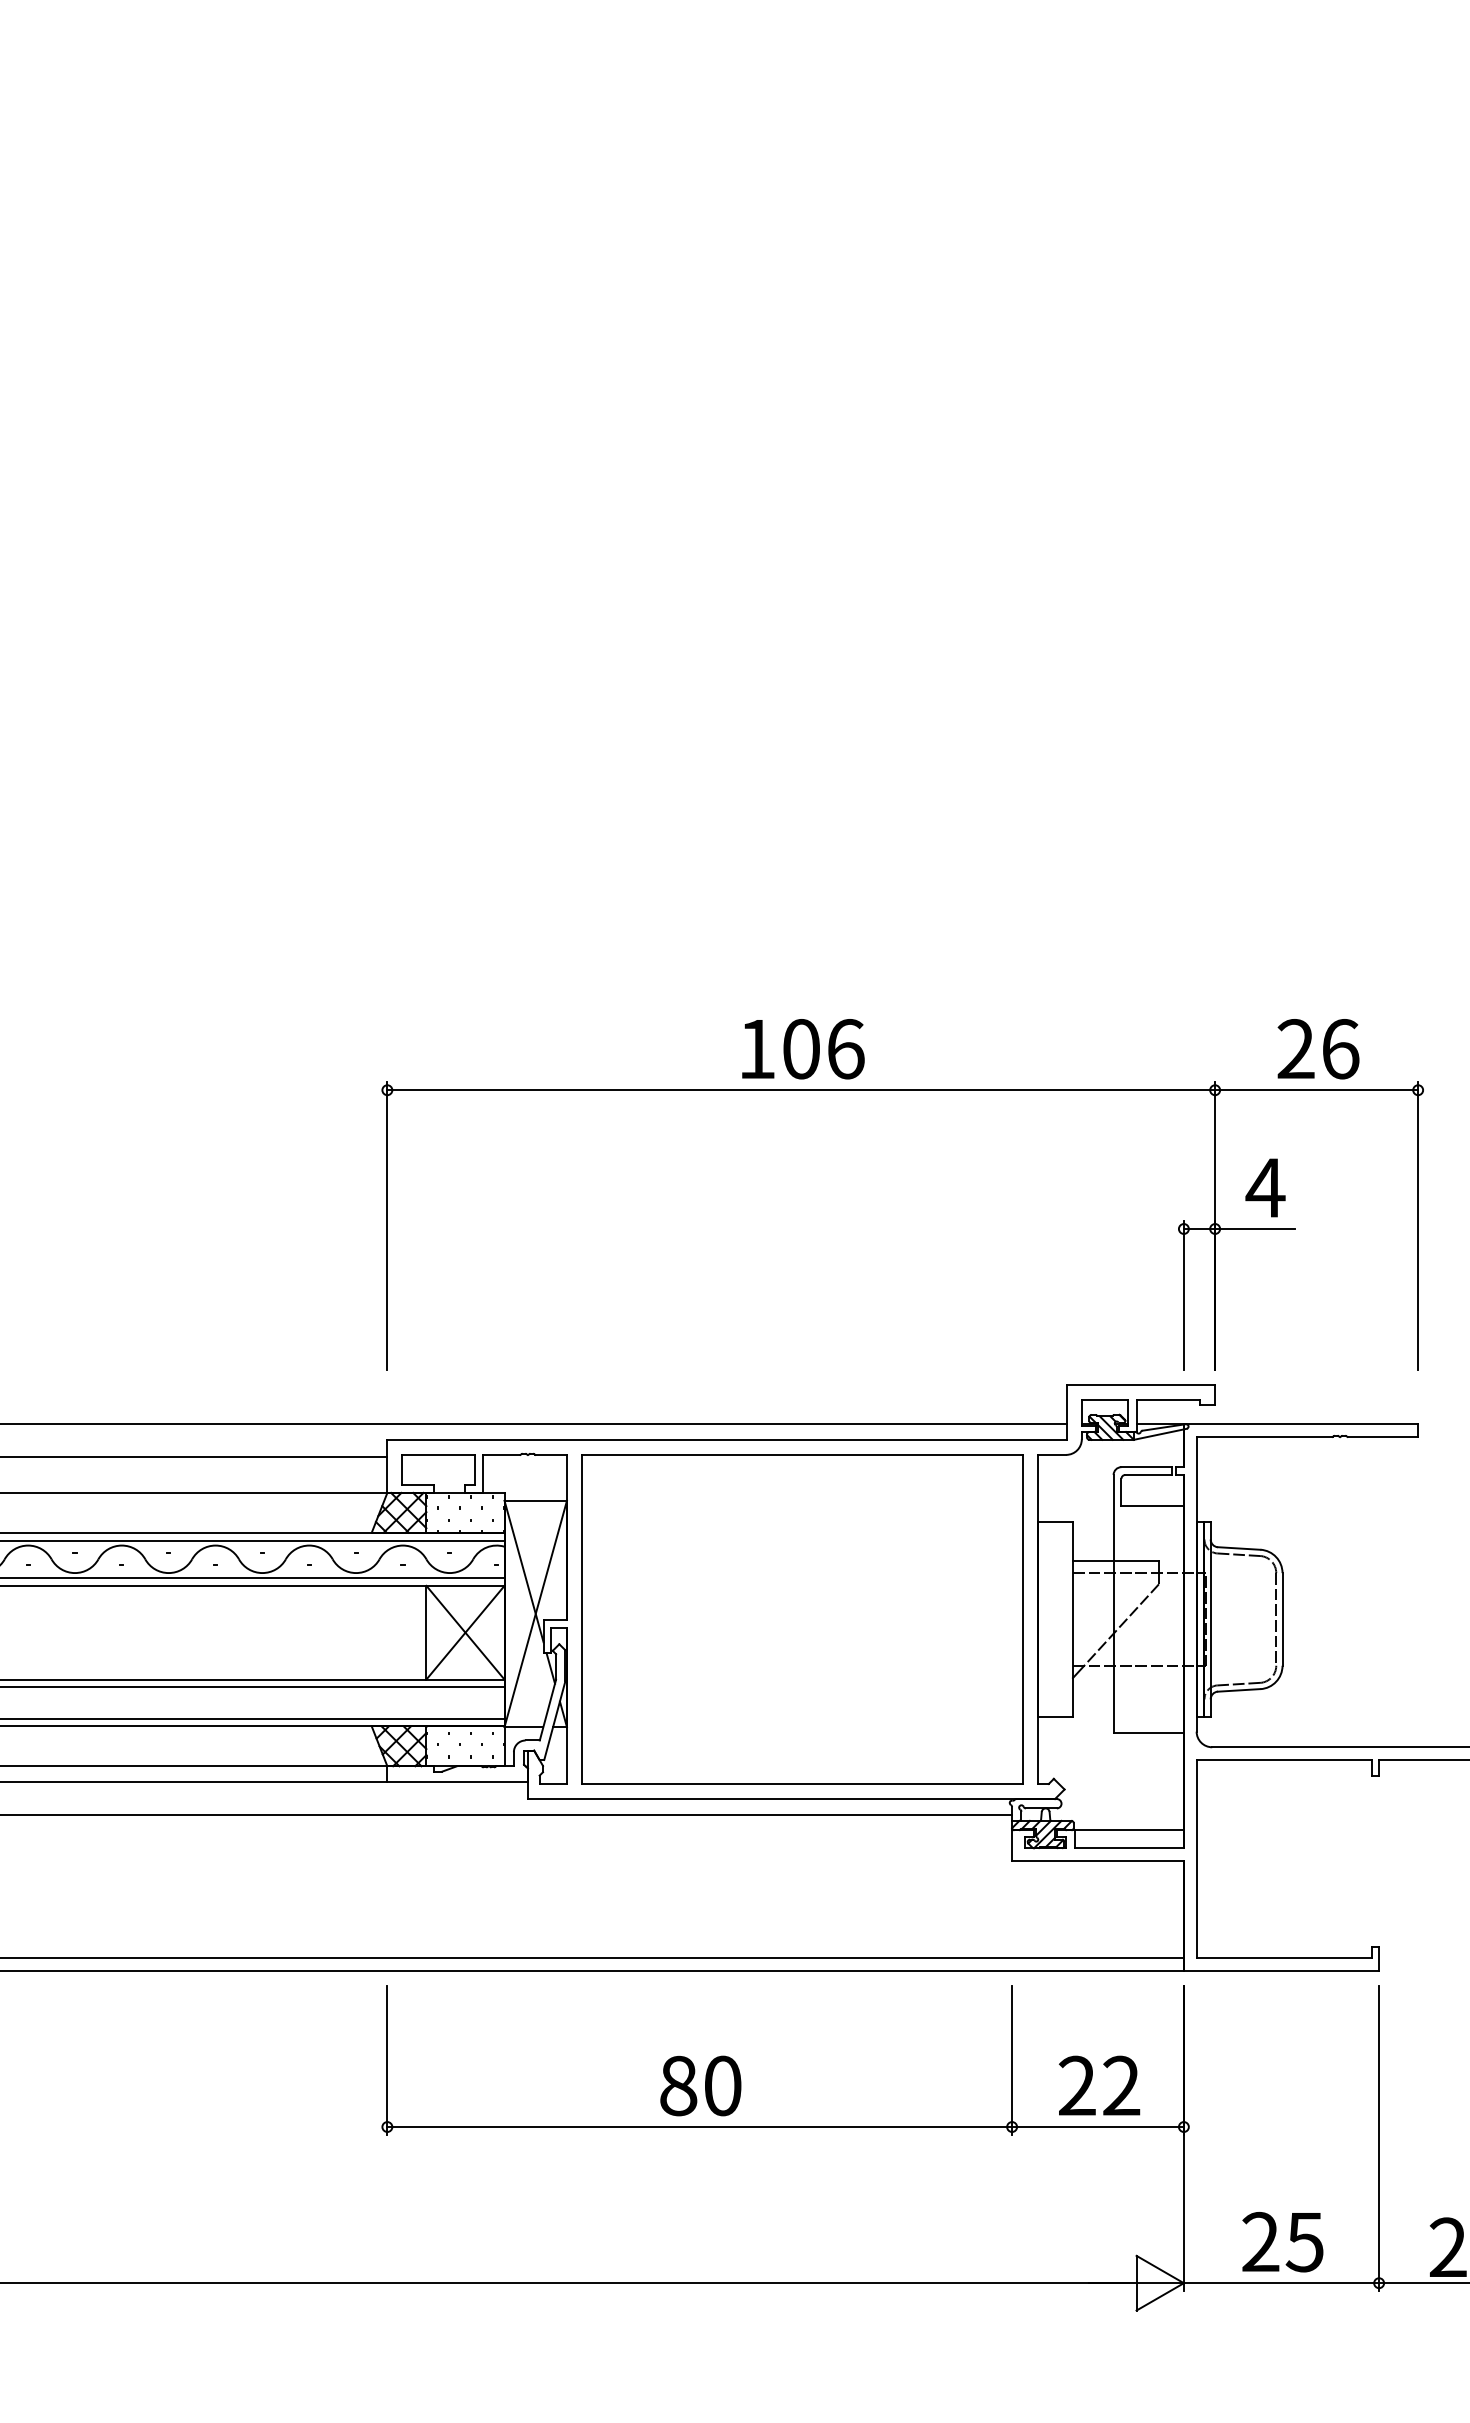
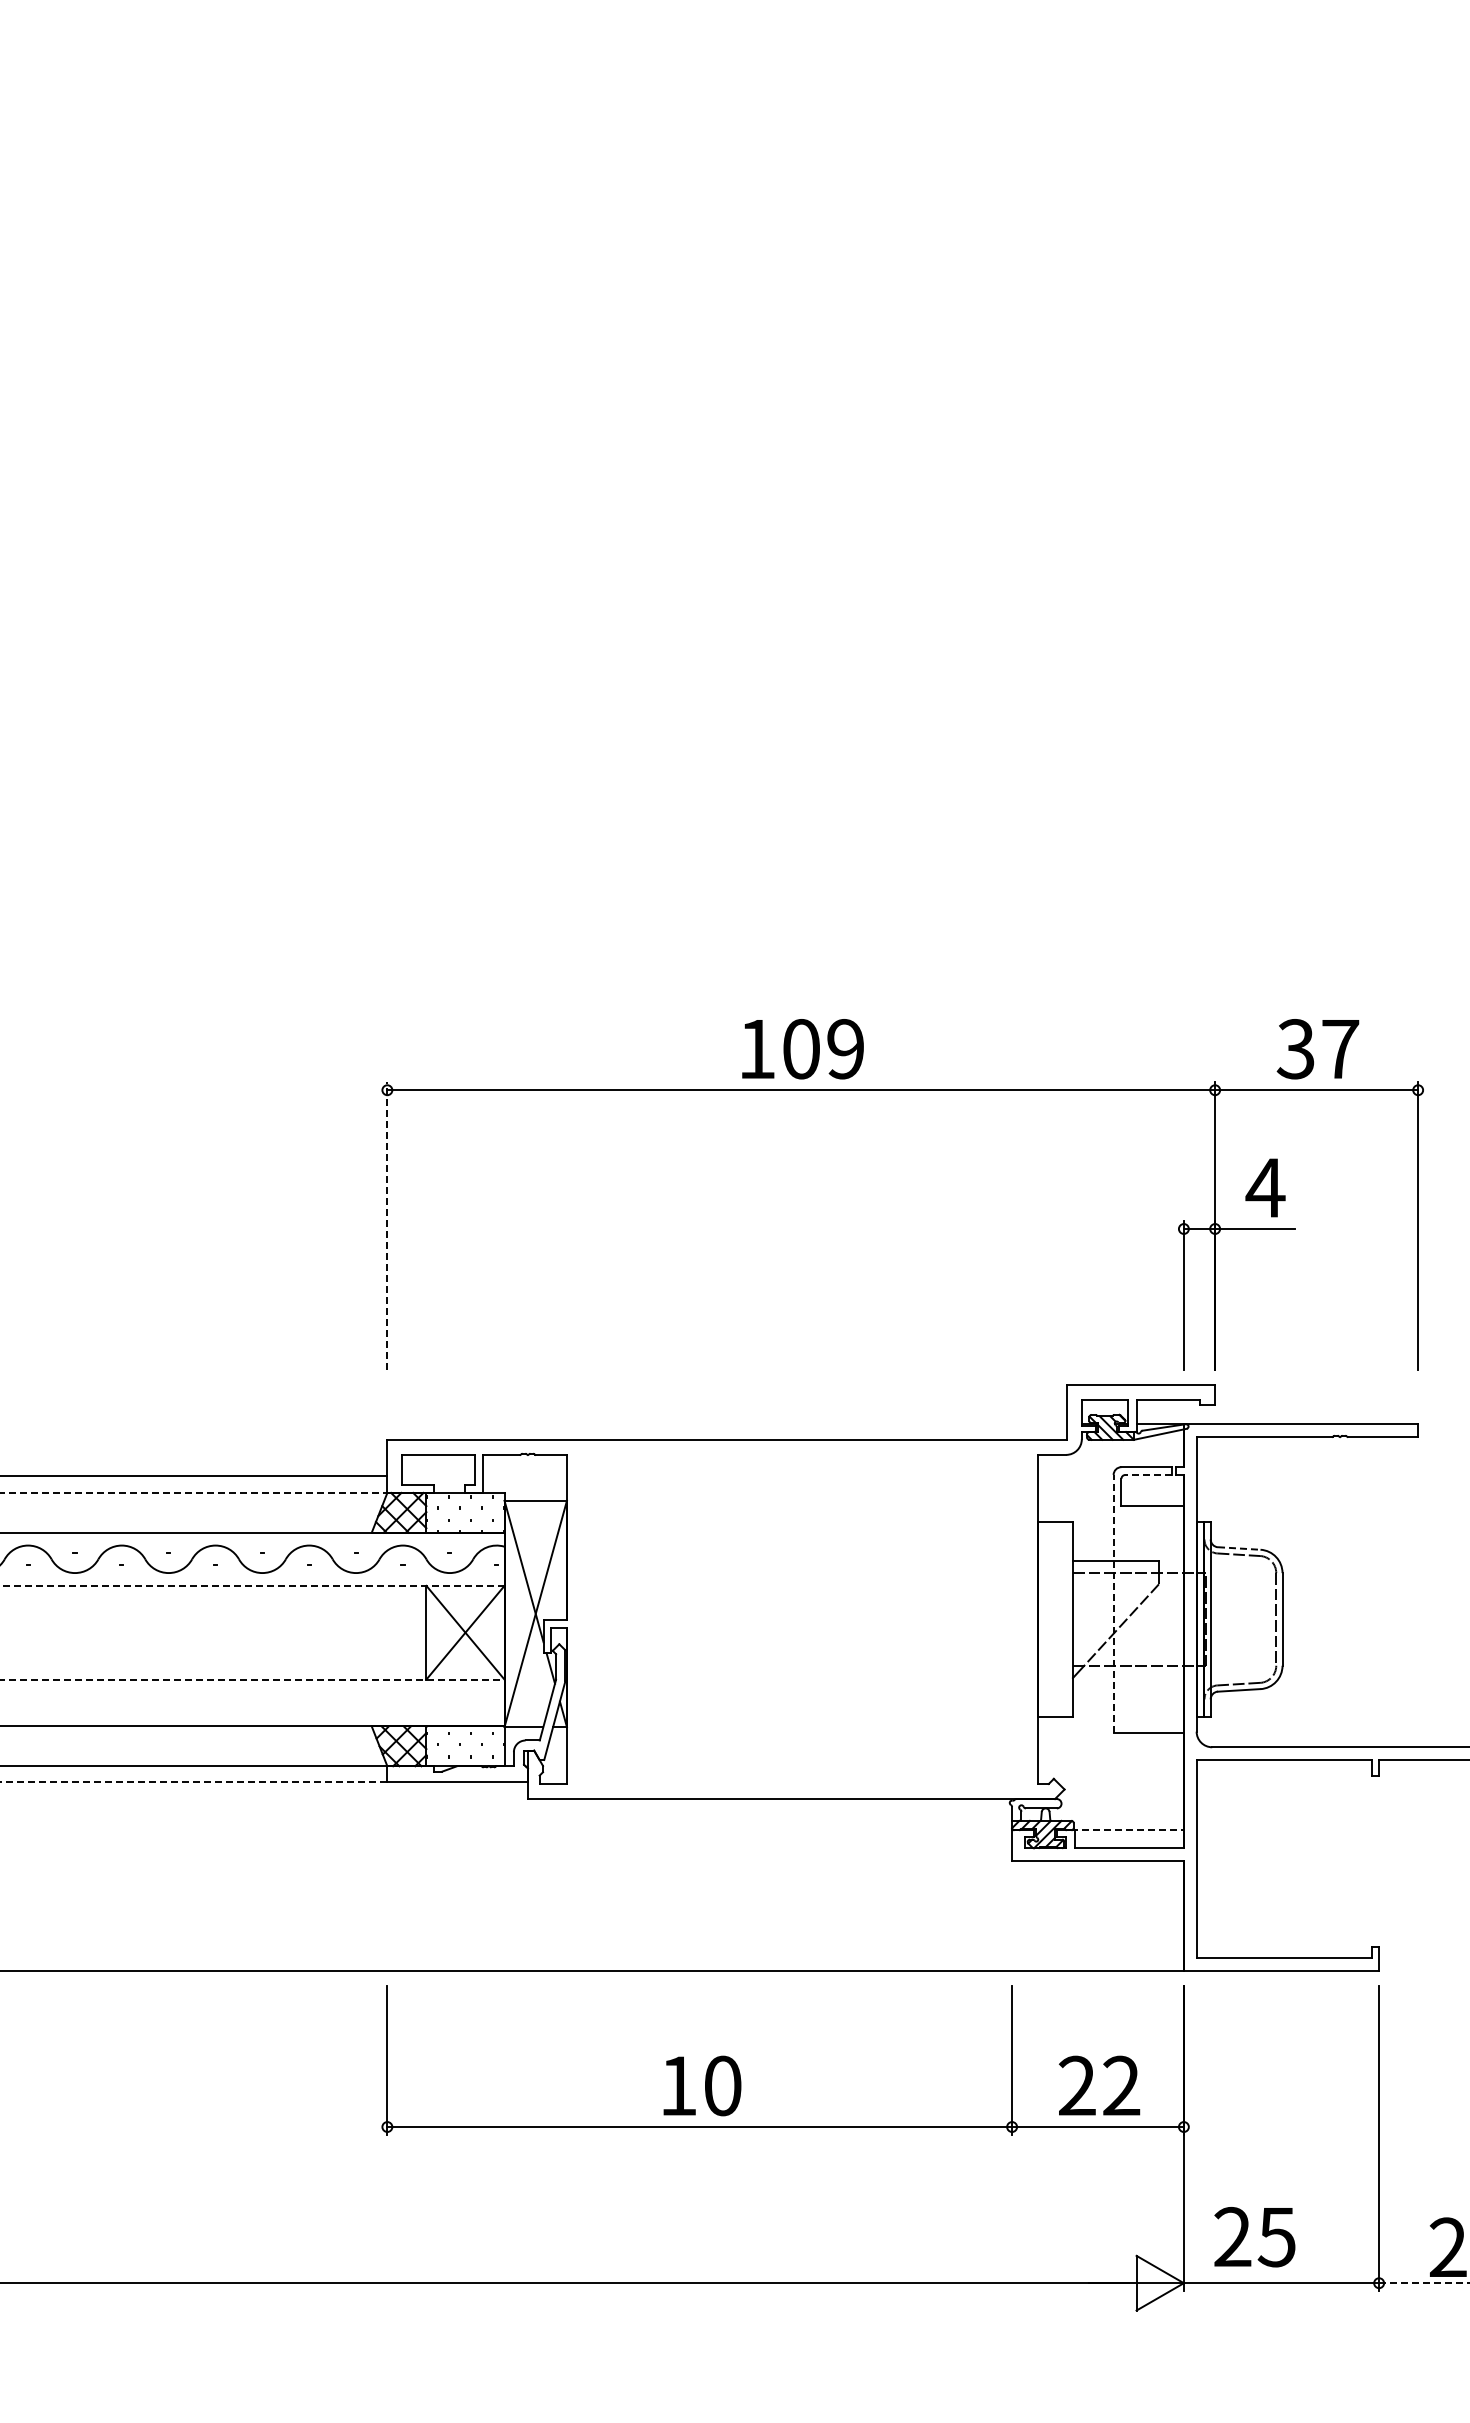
text at (845, 1049): 106 -> 109
text at (1317, 1049): 26 -> 37
line at (387, 1225): solid -> dashed
line at (534, 1424): present -> none
line at (194, 1457) position: (194, 1457) -> (194, 1476)
line at (1148, 1474): solid -> dashed
line at (194, 1492): solid -> dashed
line at (253, 1540): present -> none
line at (1239, 1548): solid -> dashed
line at (253, 1578): present -> none
line at (252, 1585): solid -> dashed
line at (1113, 1603): solid -> dashed
part at (802, 1619): present -> none
line at (252, 1679): solid -> dashed
line at (253, 1687): present -> none
line at (253, 1718): present -> none
line at (193, 1781): solid -> dashed
line at (507, 1814): present -> none
line at (1128, 1830): solid -> dashed
line at (592, 1958): present -> none
text at (678, 2085): 80 -> 10
text at (1282, 2242) position: (1282, 2242) -> (1254, 2237)
line at (1425, 2283): solid -> dashed
